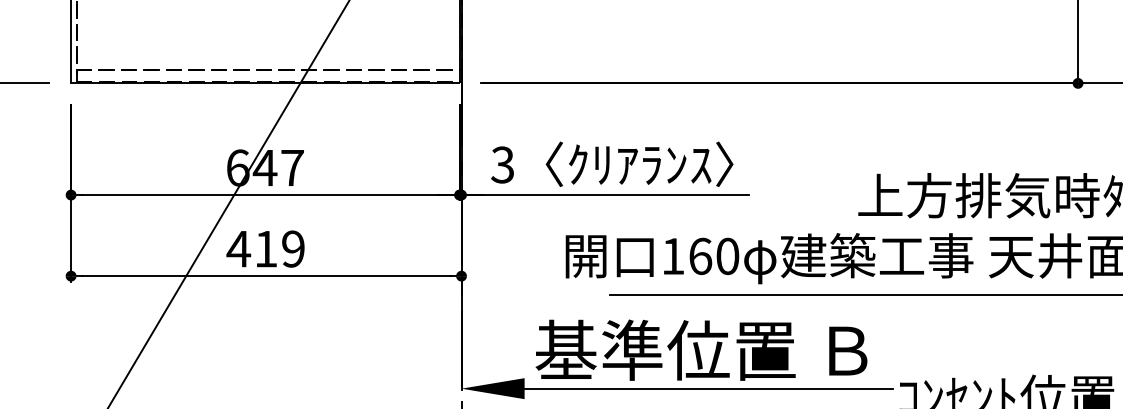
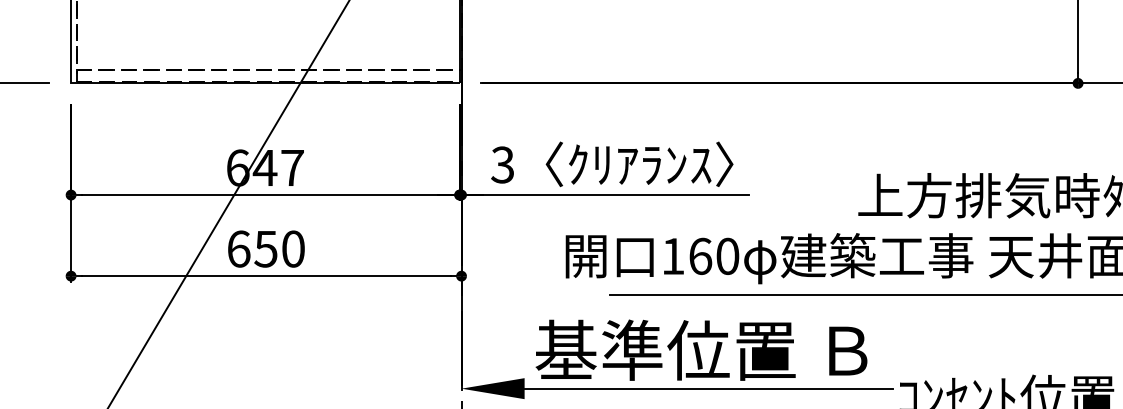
text at (265, 248): 419 -> 650
